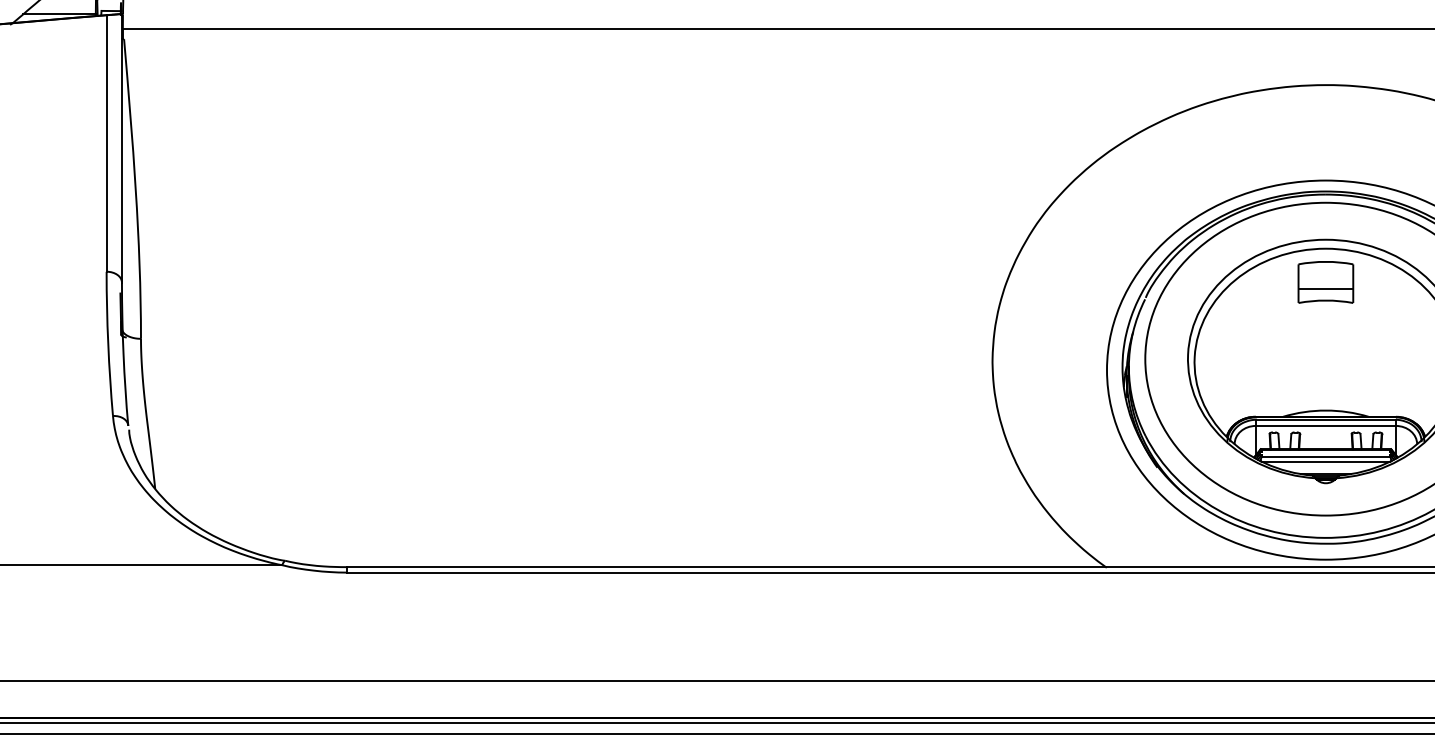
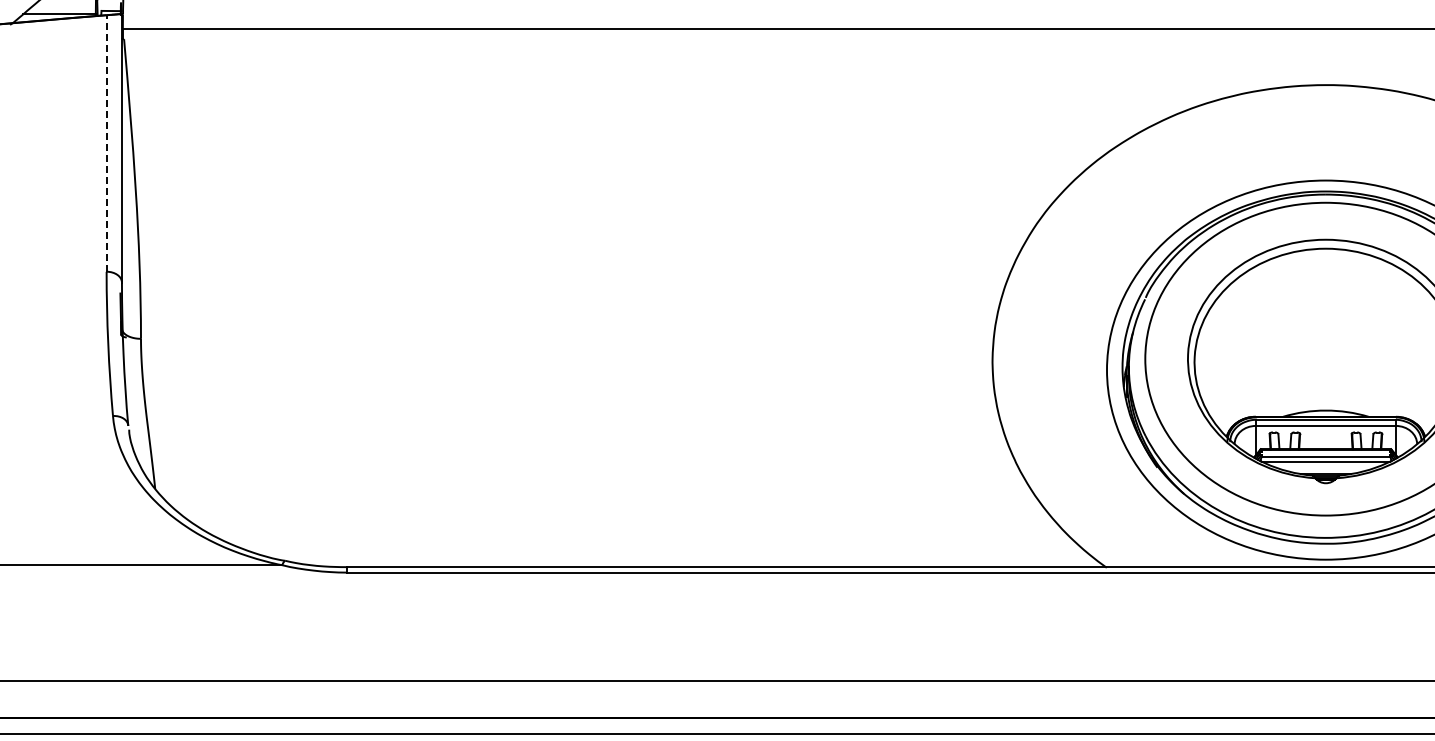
line at (106, 143): solid -> dashed
part at (1325, 282): present -> none
line at (716, 722): present -> none
